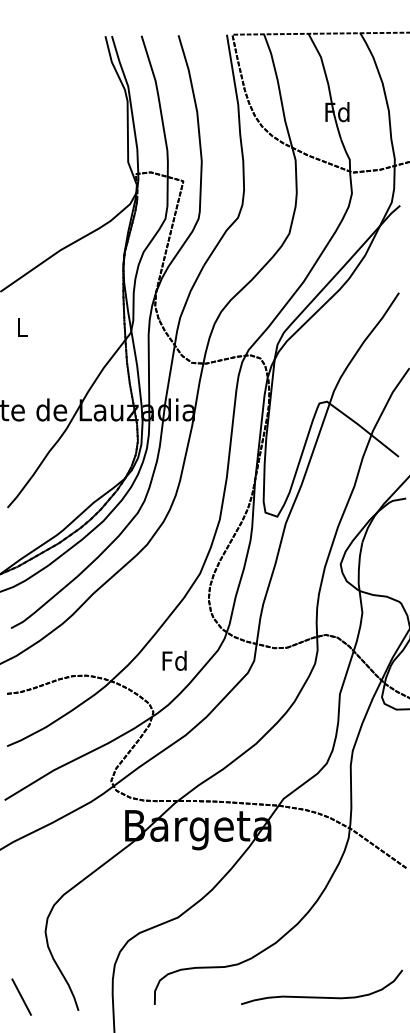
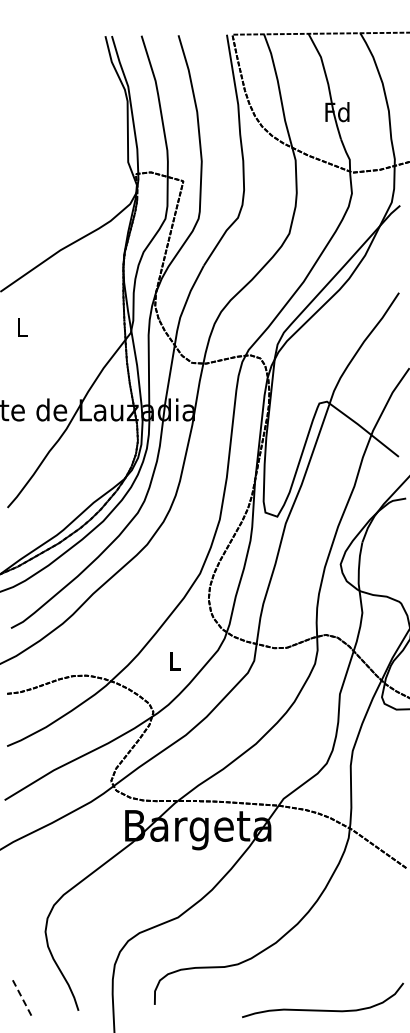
text at (174, 660): Fd -> L
curve at (322, 996) position: (322, 996) -> (323, 1009)
line at (21, 997): solid -> dashed
